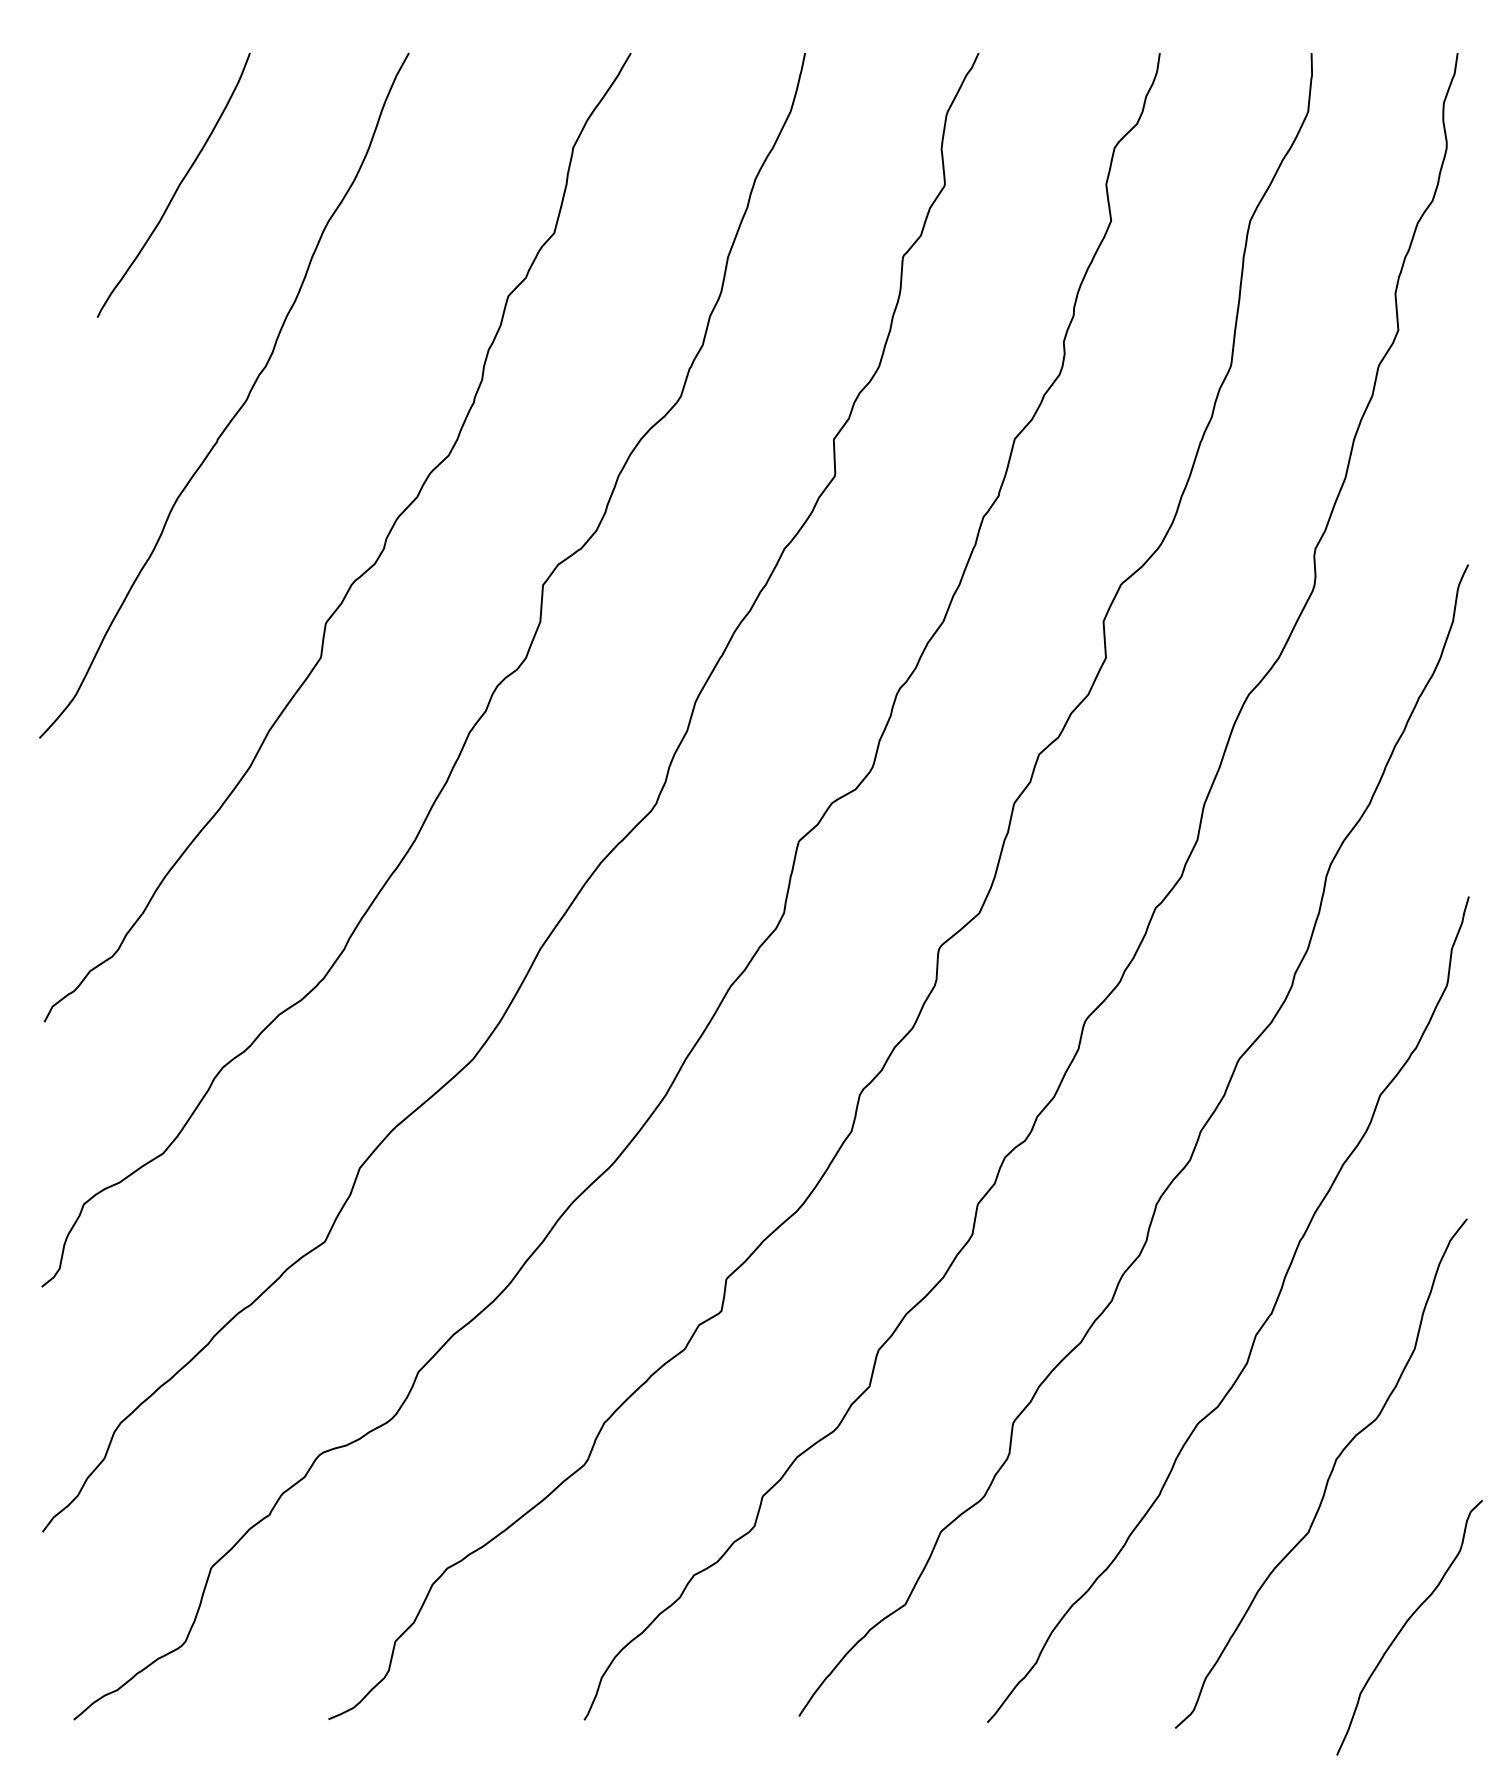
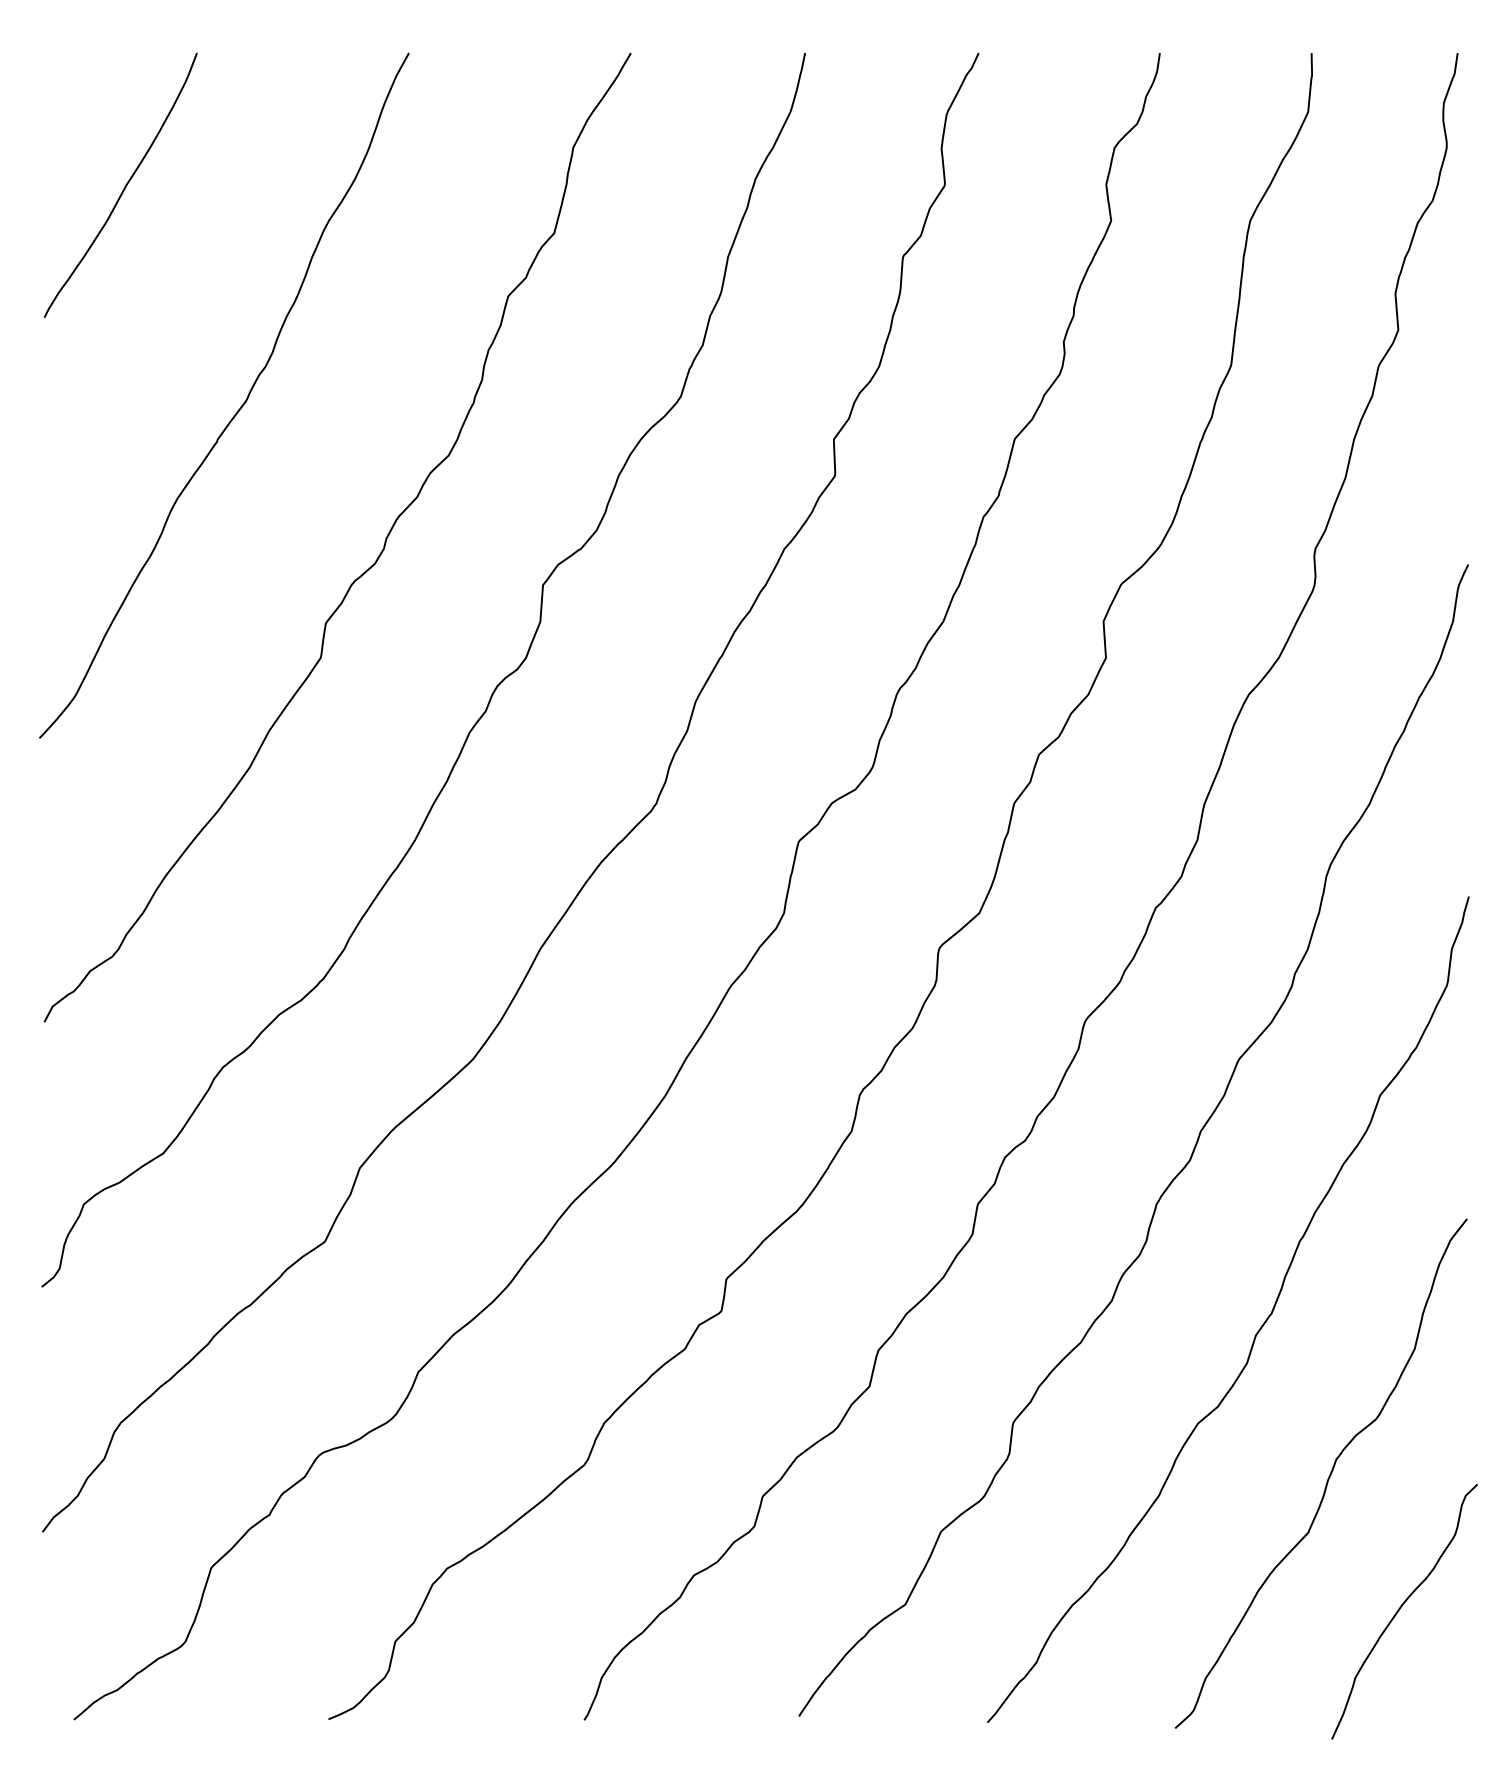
curve at (177, 186) position: (177, 186) -> (124, 186)
curve at (1405, 1625) position: (1405, 1625) -> (1400, 1609)
